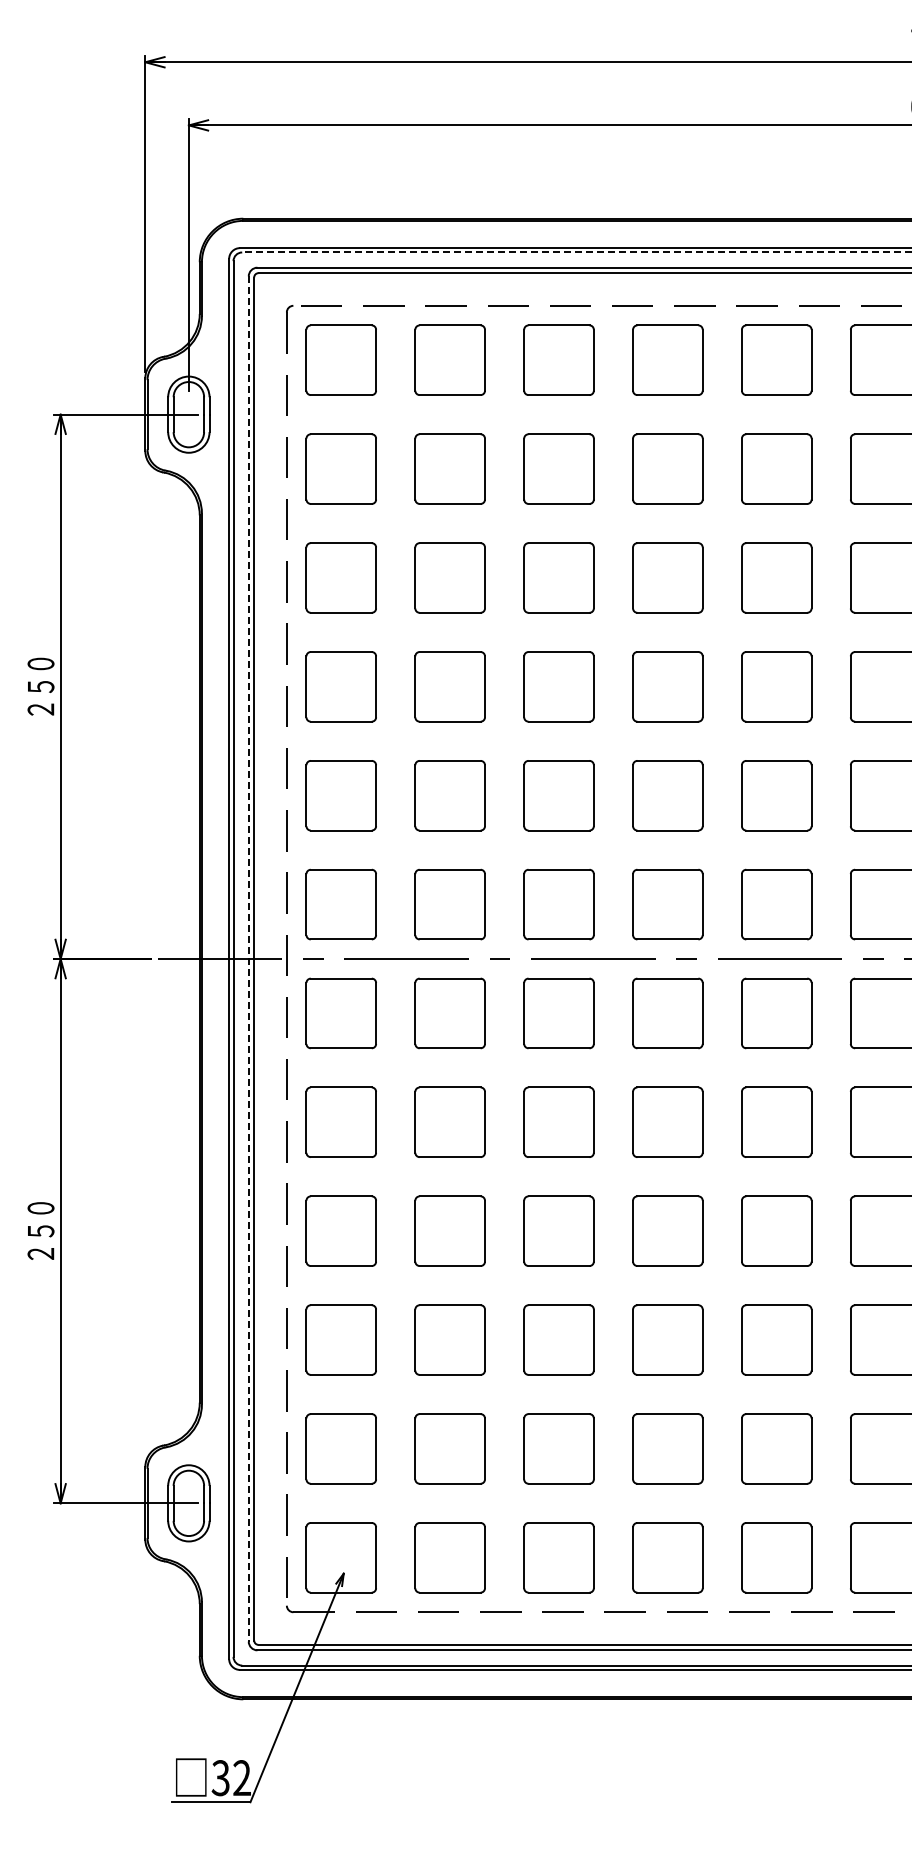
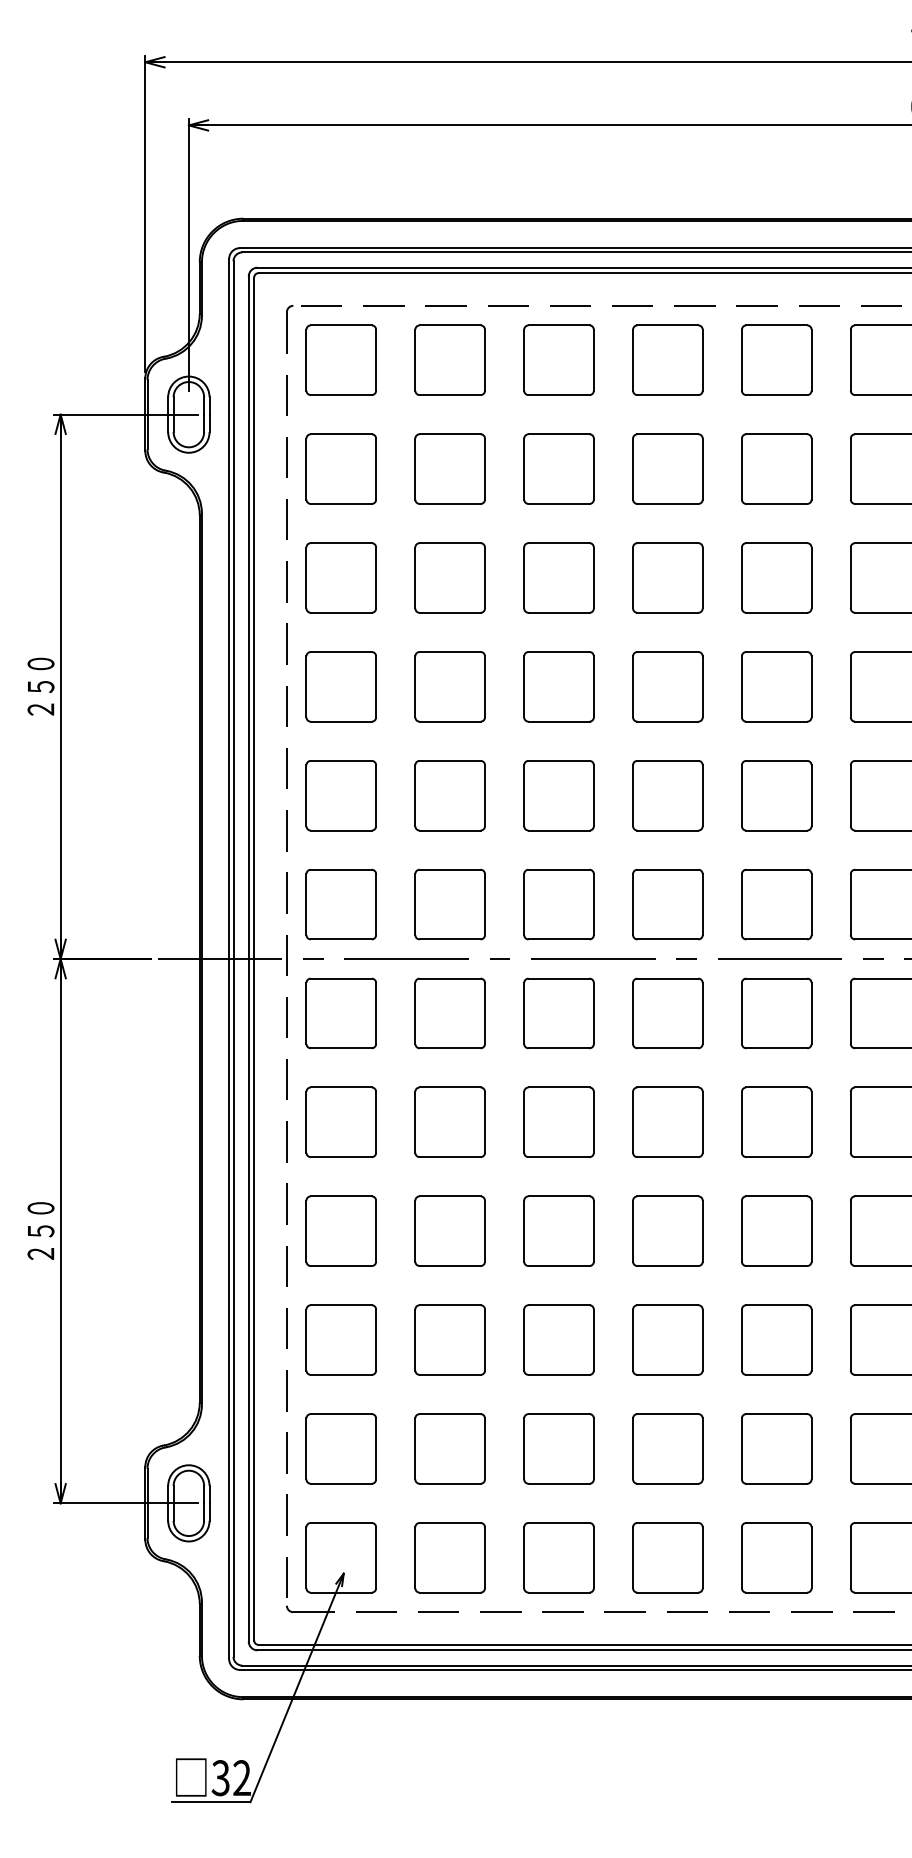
line at (576, 252): dashed -> solid
line at (248, 959): dashed -> solid
